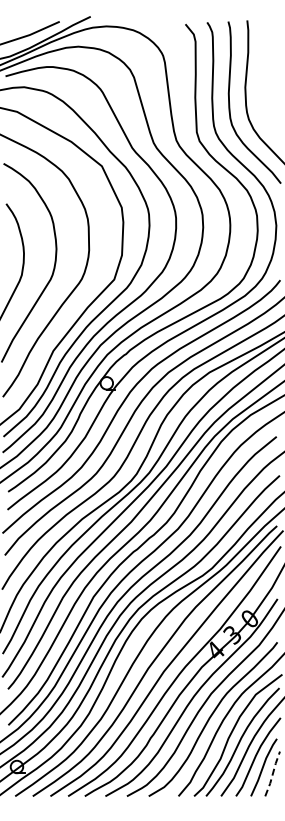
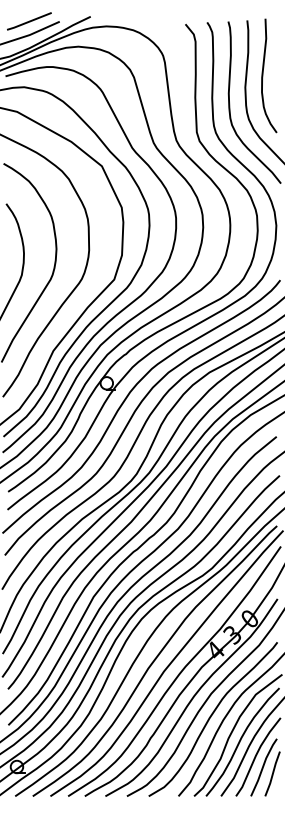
line at (29, 21): none -> present
curve at (263, 75): none -> present
line at (272, 773): dashed -> solid
